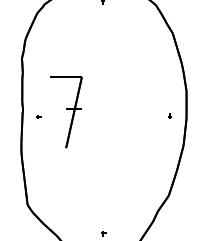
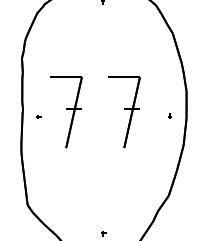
part at (124, 112): none -> present
